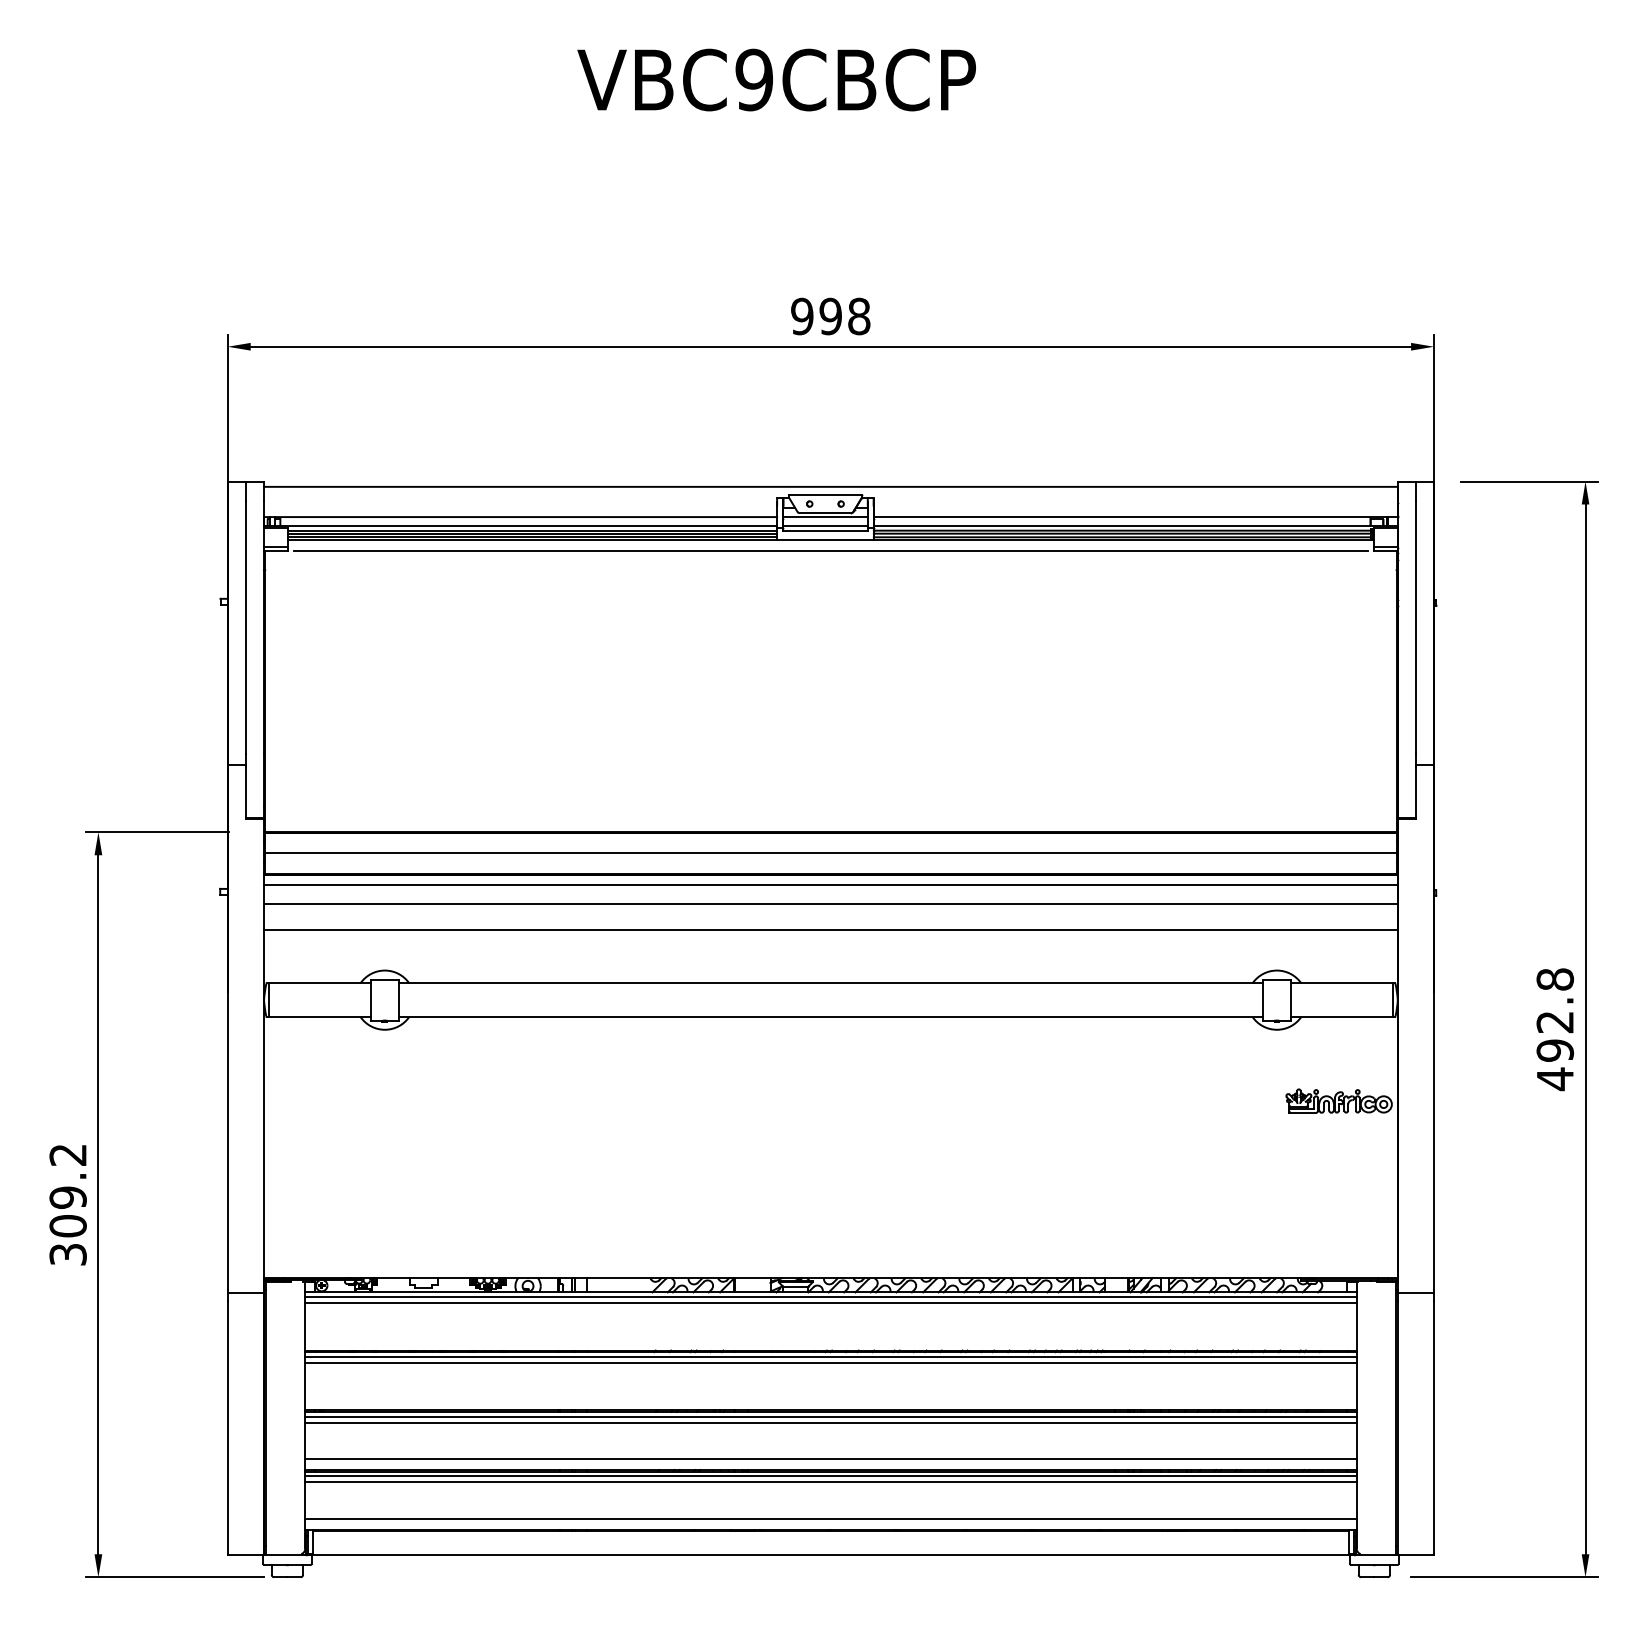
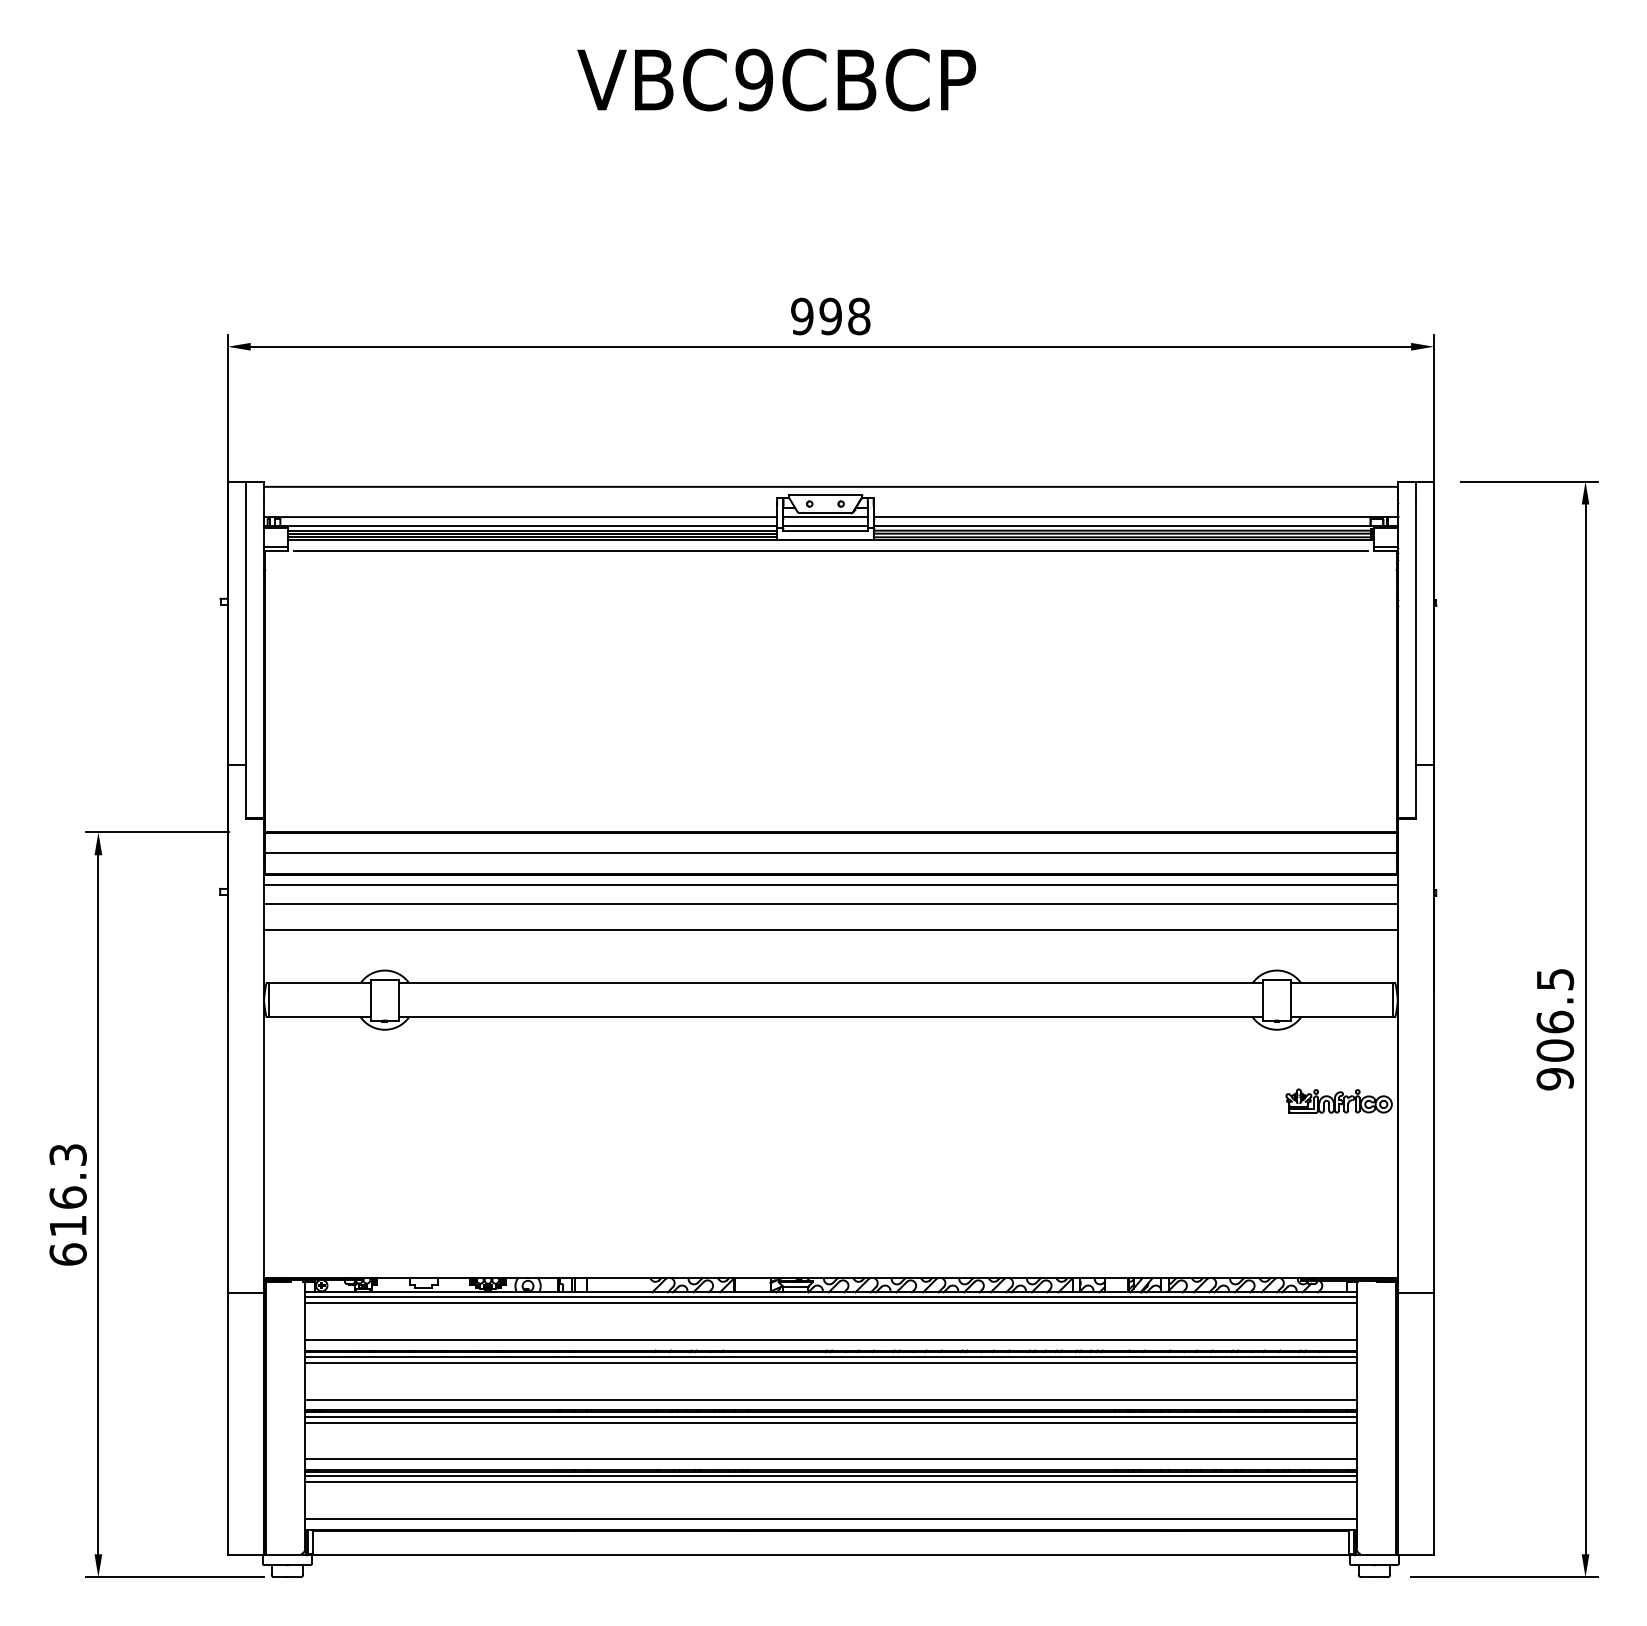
text at (1555, 1029): 492.8 -> 906.5
text at (67, 1204): 309.2 -> 616.3
line at (830, 1339): none -> present
line at (830, 1399): none -> present
